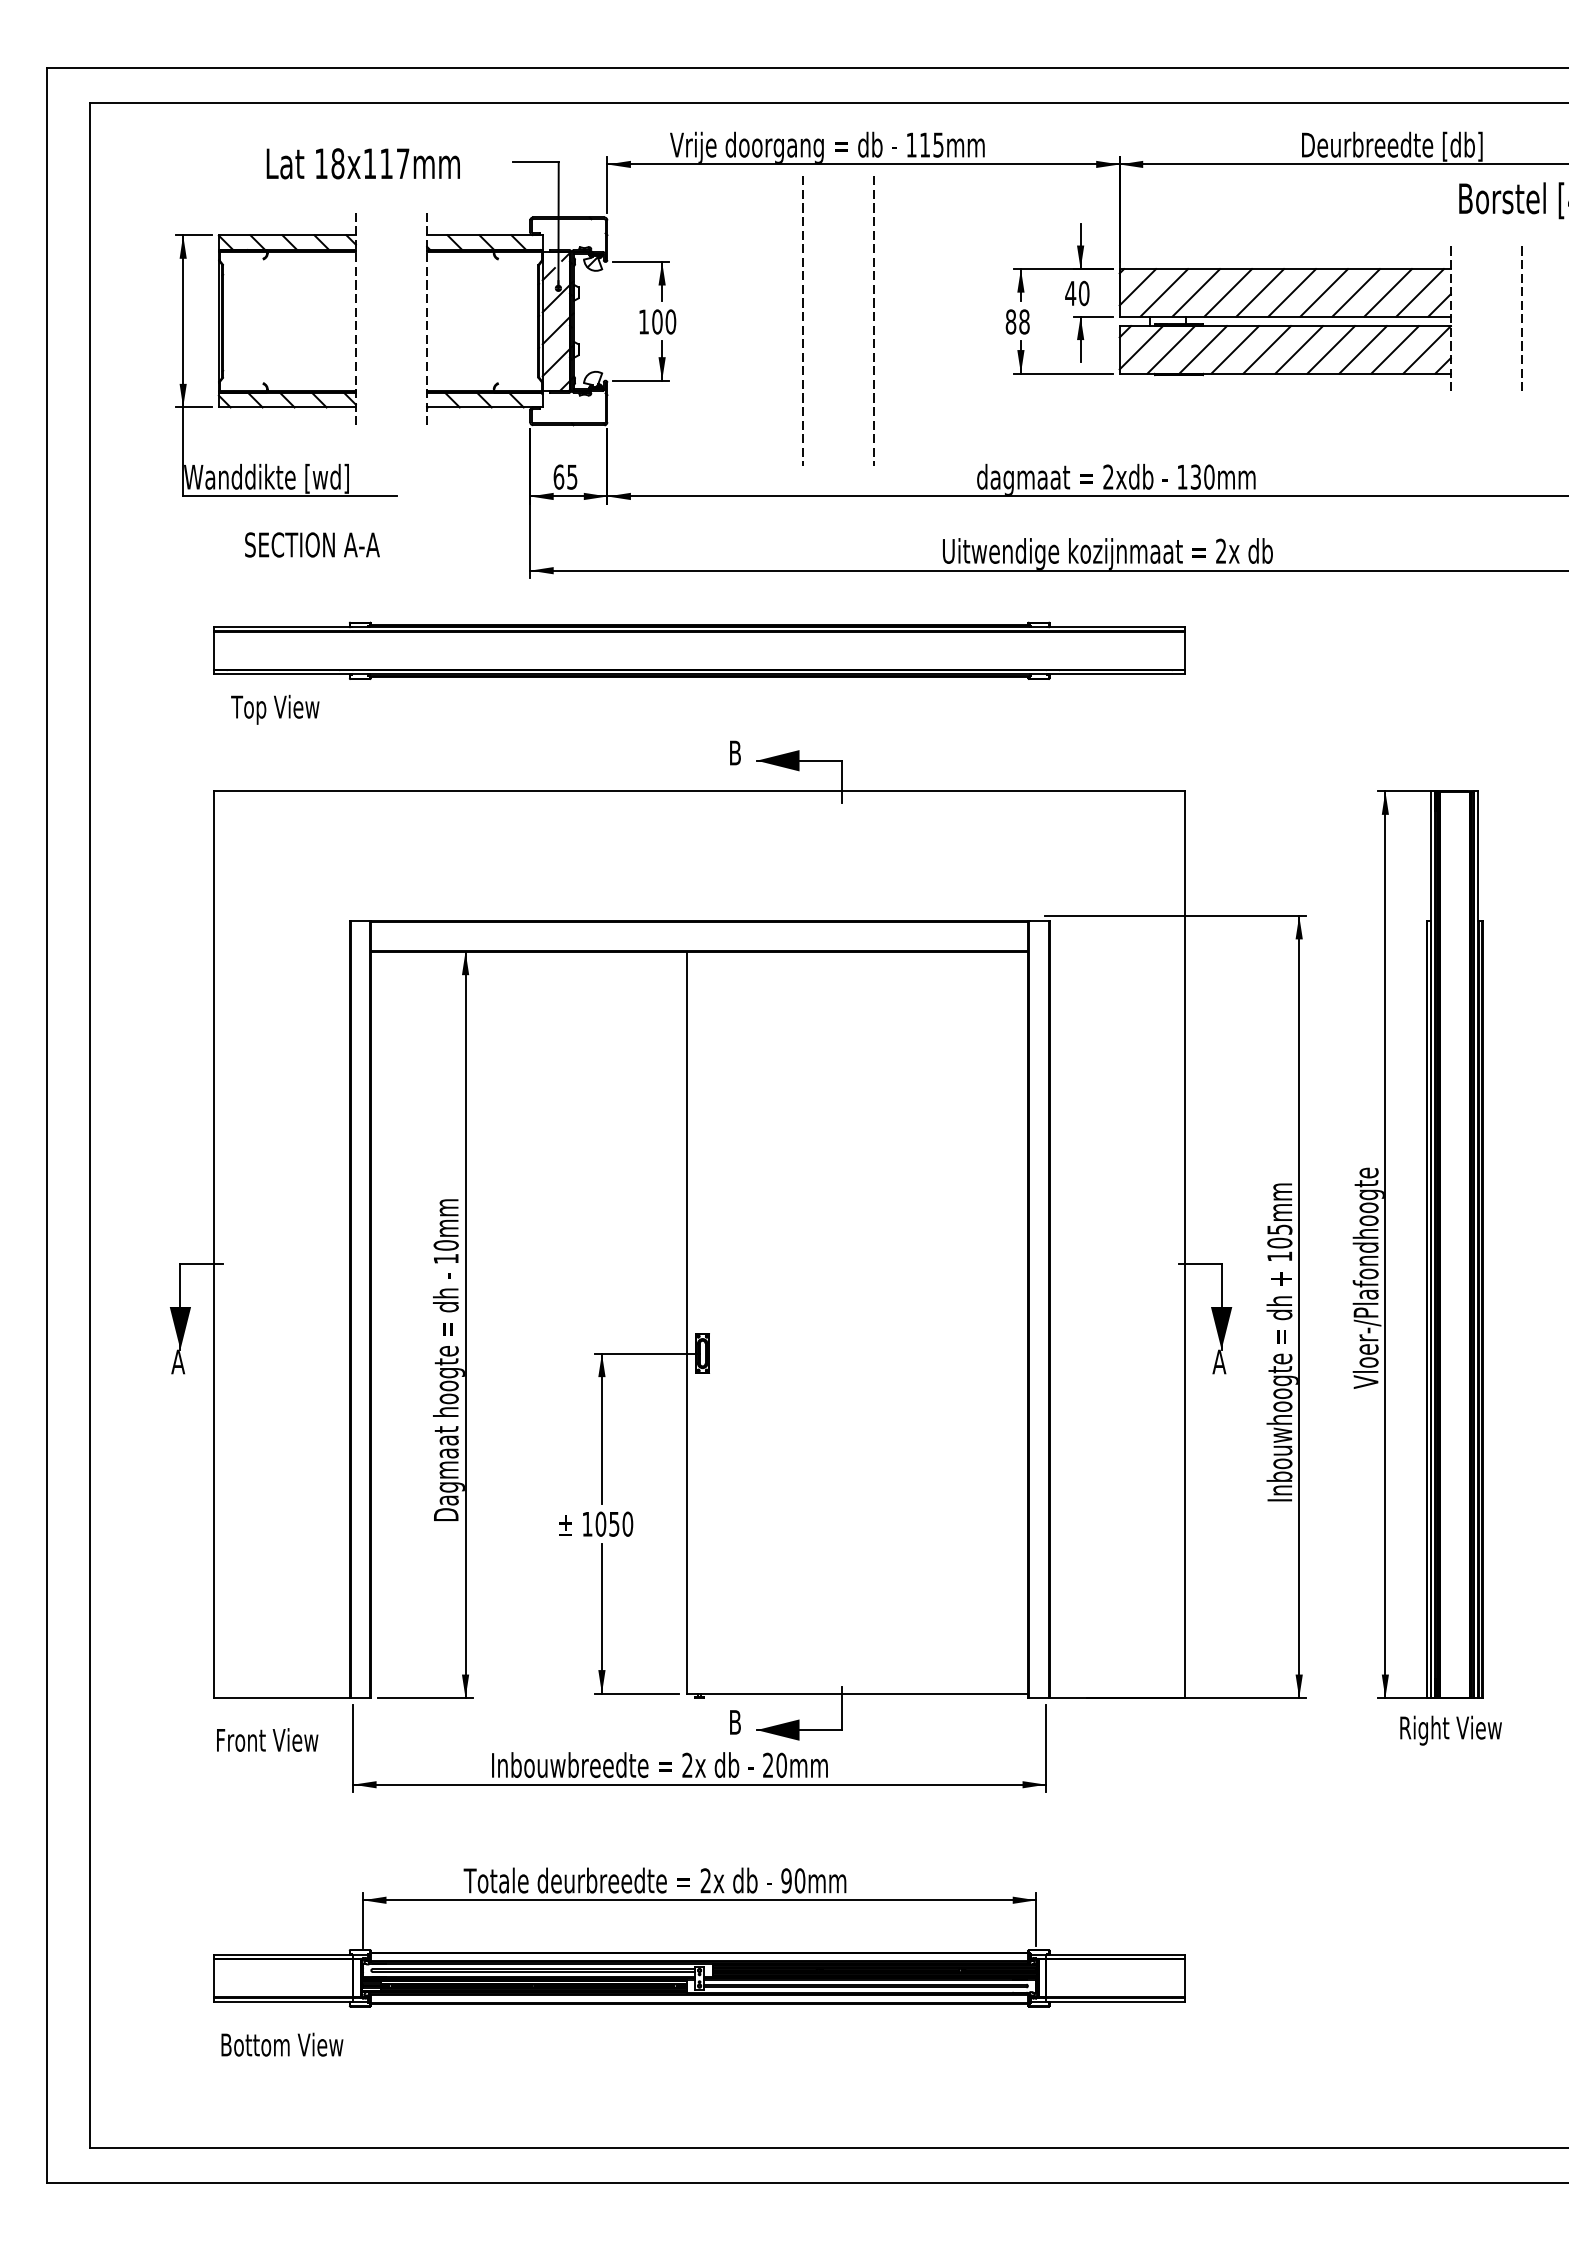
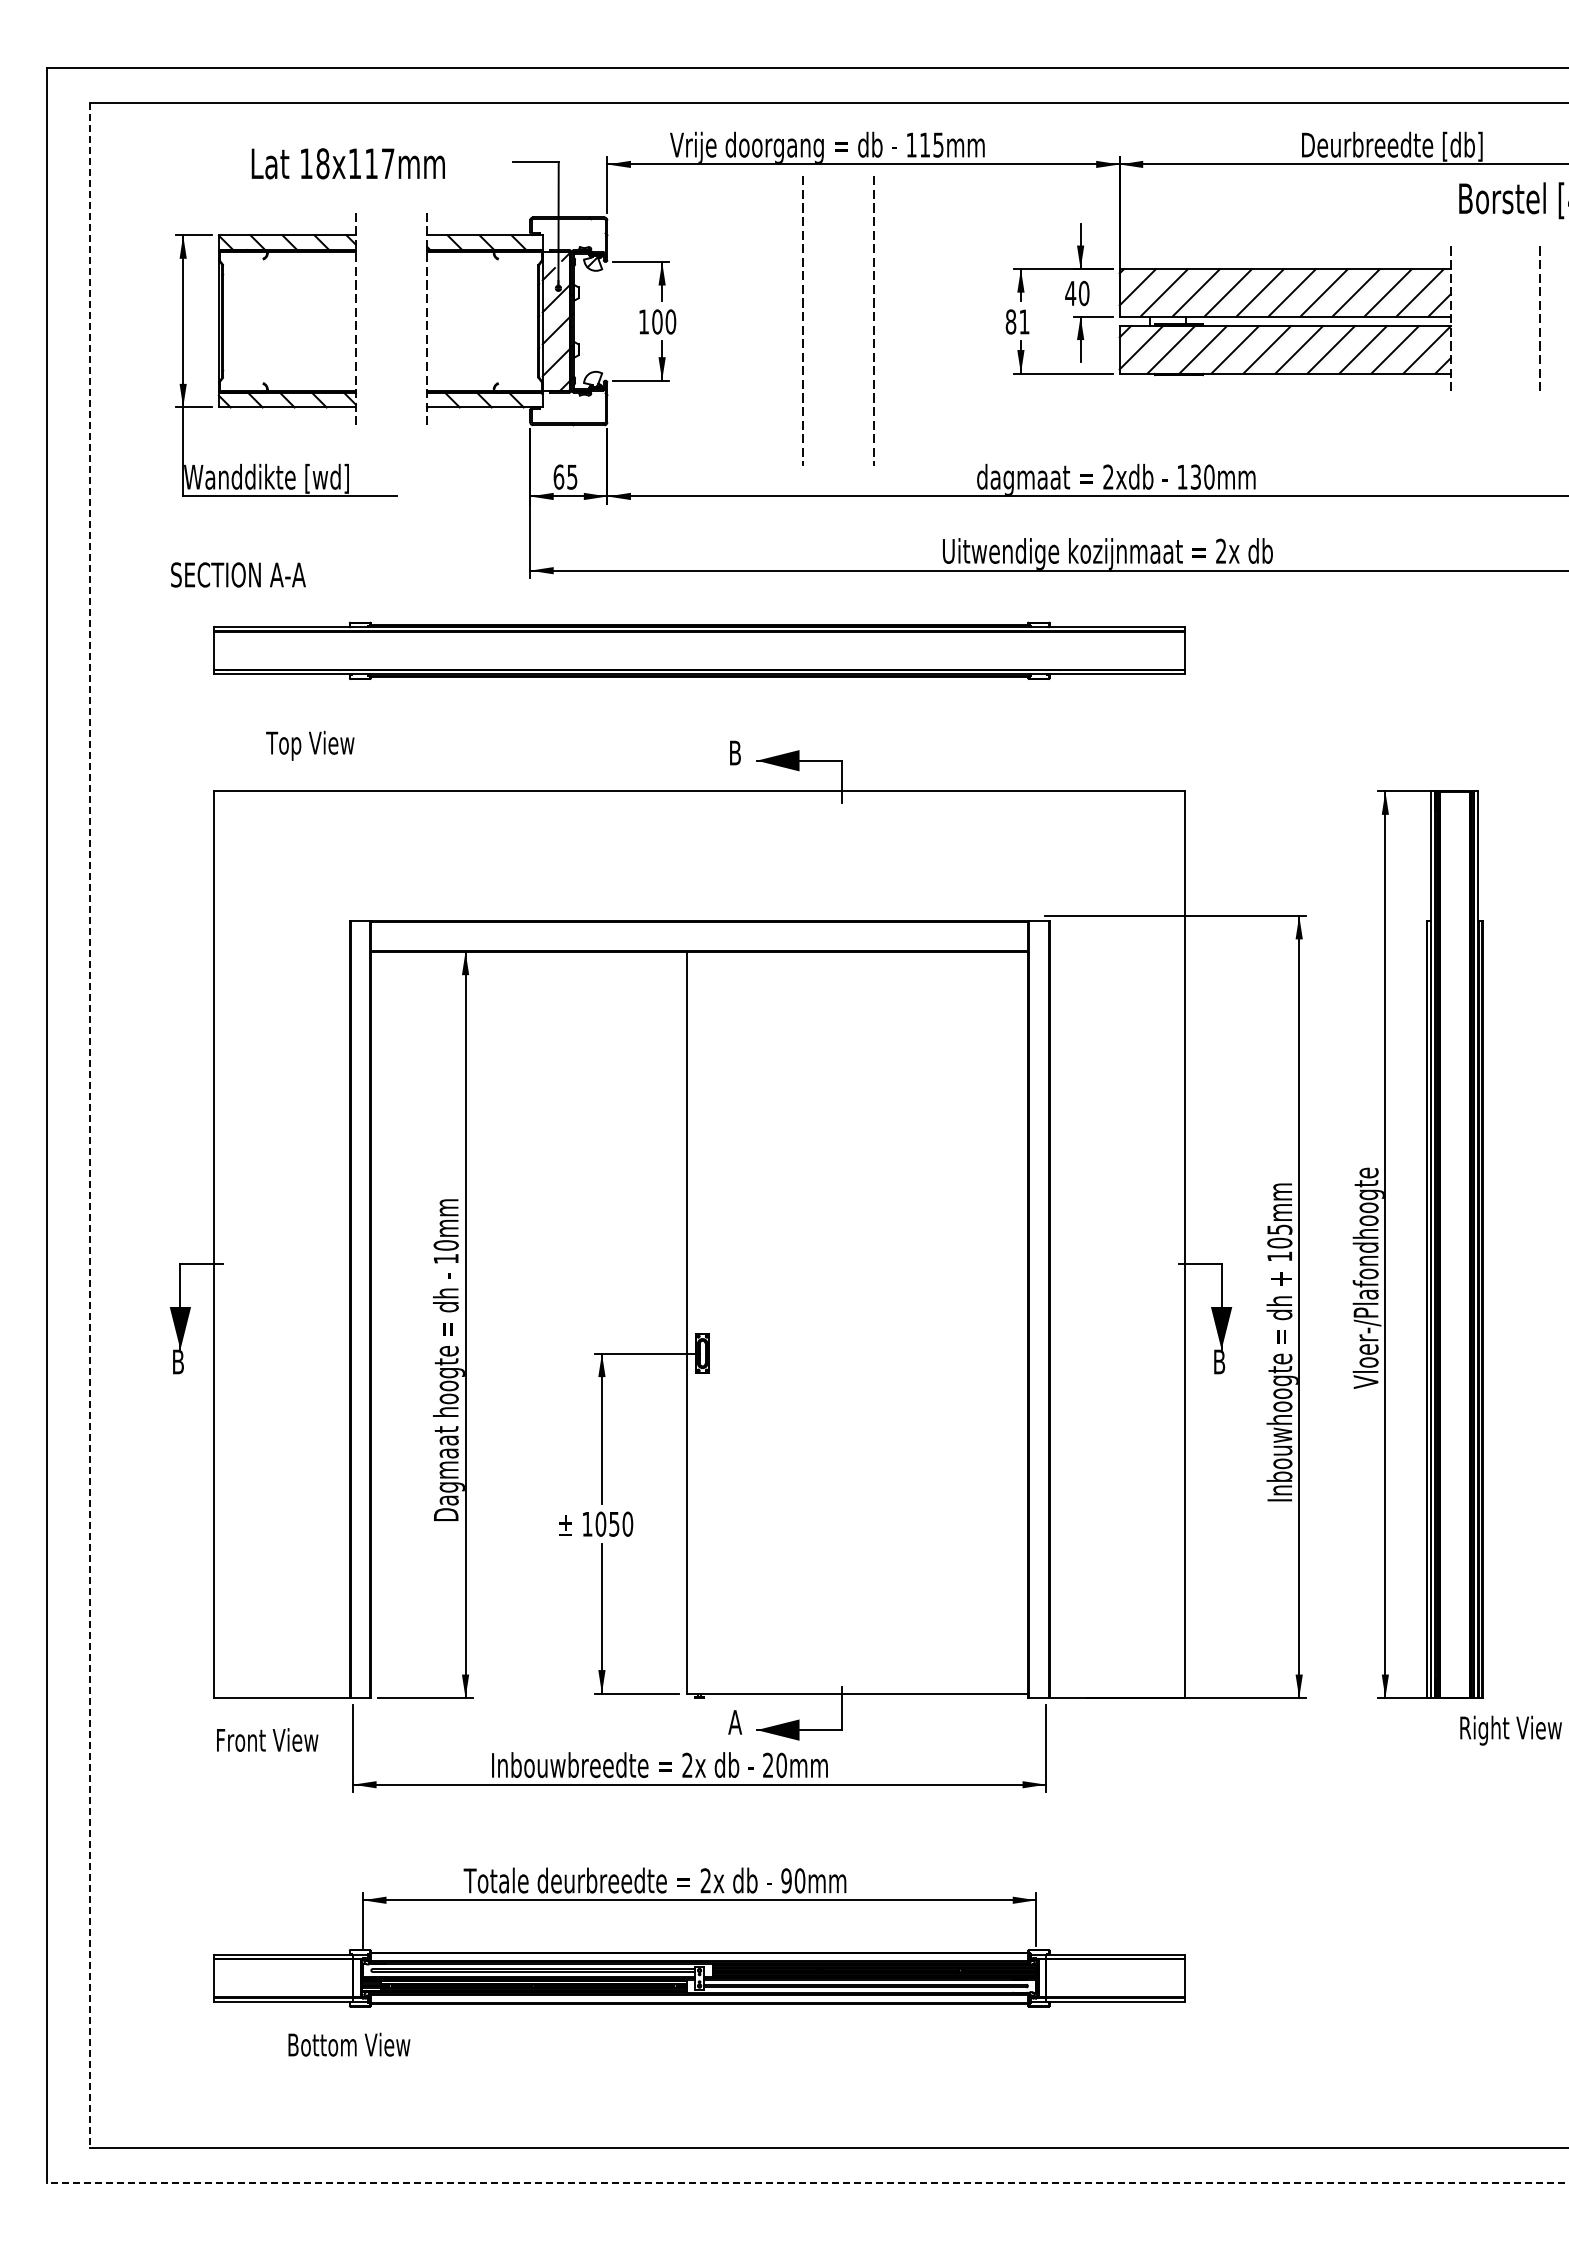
text at (362, 163) position: (362, 163) -> (347, 163)
line at (1521, 318) position: (1521, 318) -> (1539, 318)
text at (1024, 321): 88 -> 81
text at (312, 544) position: (312, 544) -> (238, 574)
text at (275, 709) position: (275, 709) -> (310, 745)
line at (90, 1125): solid -> dashed
text at (178, 1361): A -> B
text at (1219, 1361): A -> B
text at (735, 1722): B -> A
text at (1450, 1730) position: (1450, 1730) -> (1510, 1730)
text at (282, 2044) position: (282, 2044) -> (349, 2044)
line at (807, 2183): solid -> dashed
